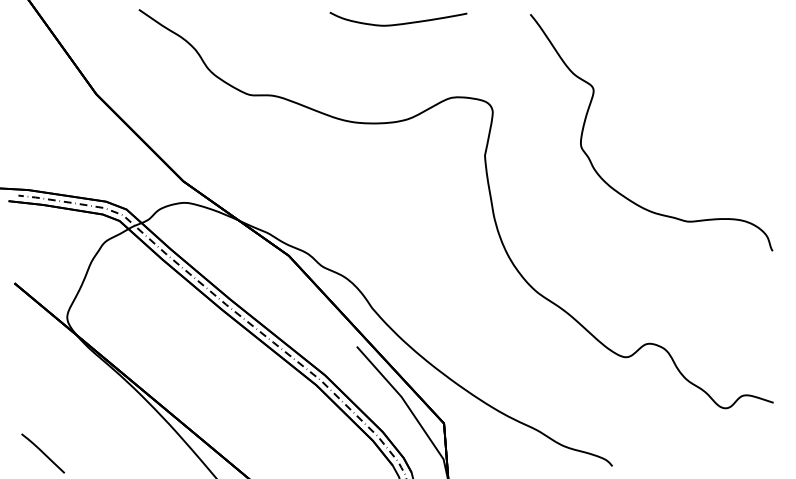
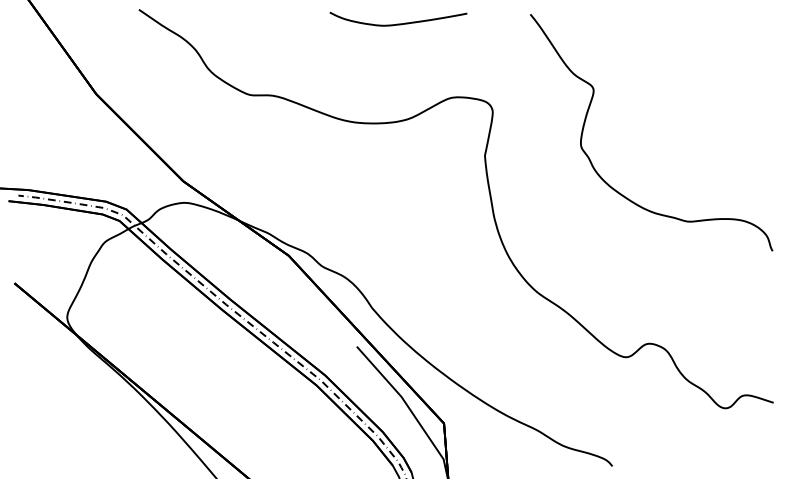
line at (43, 453): present -> none
